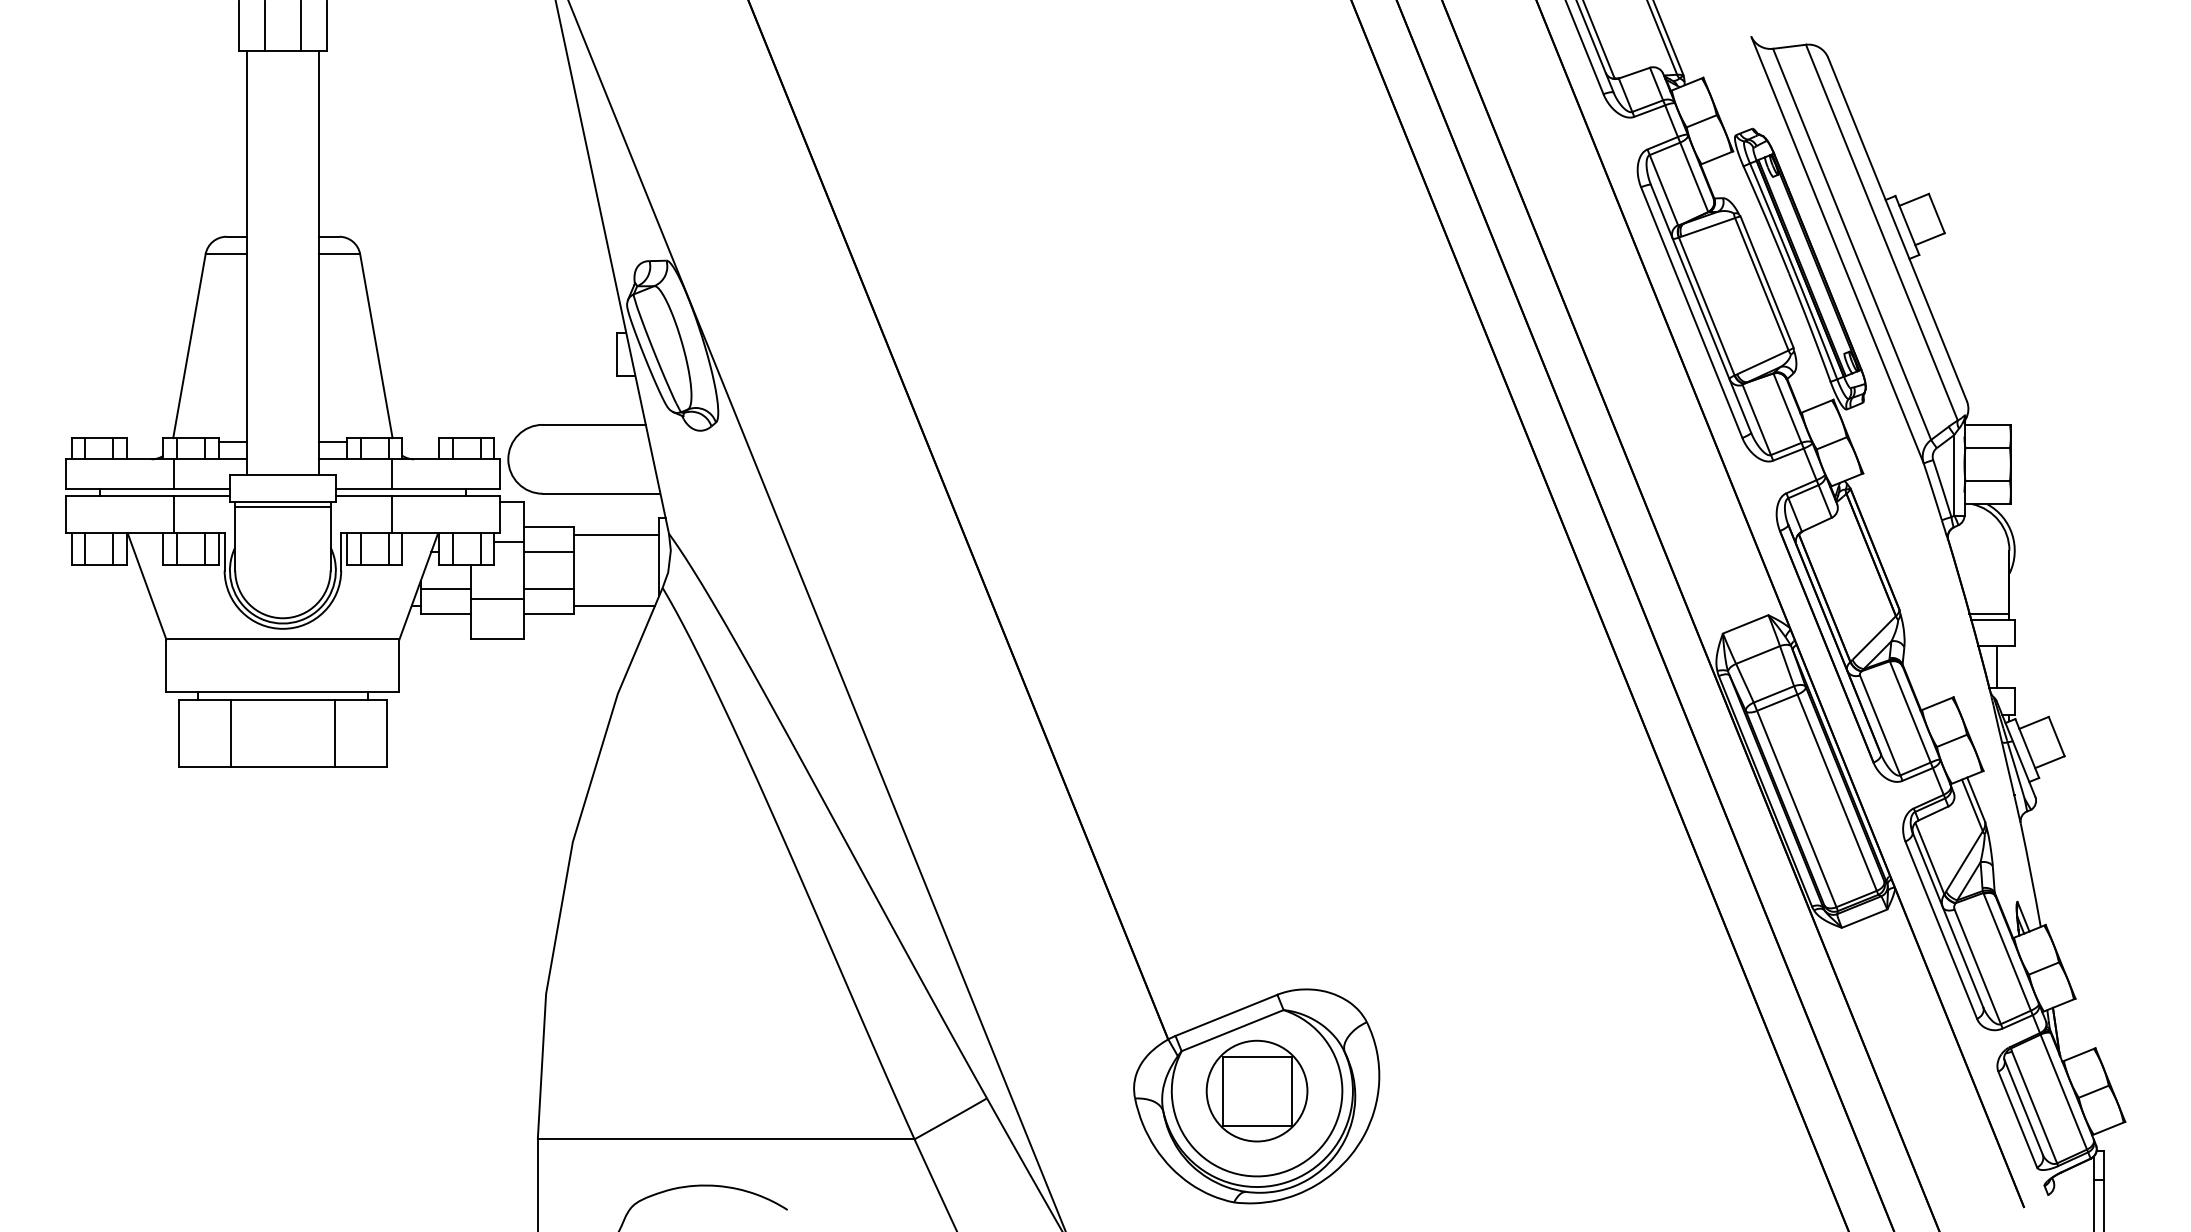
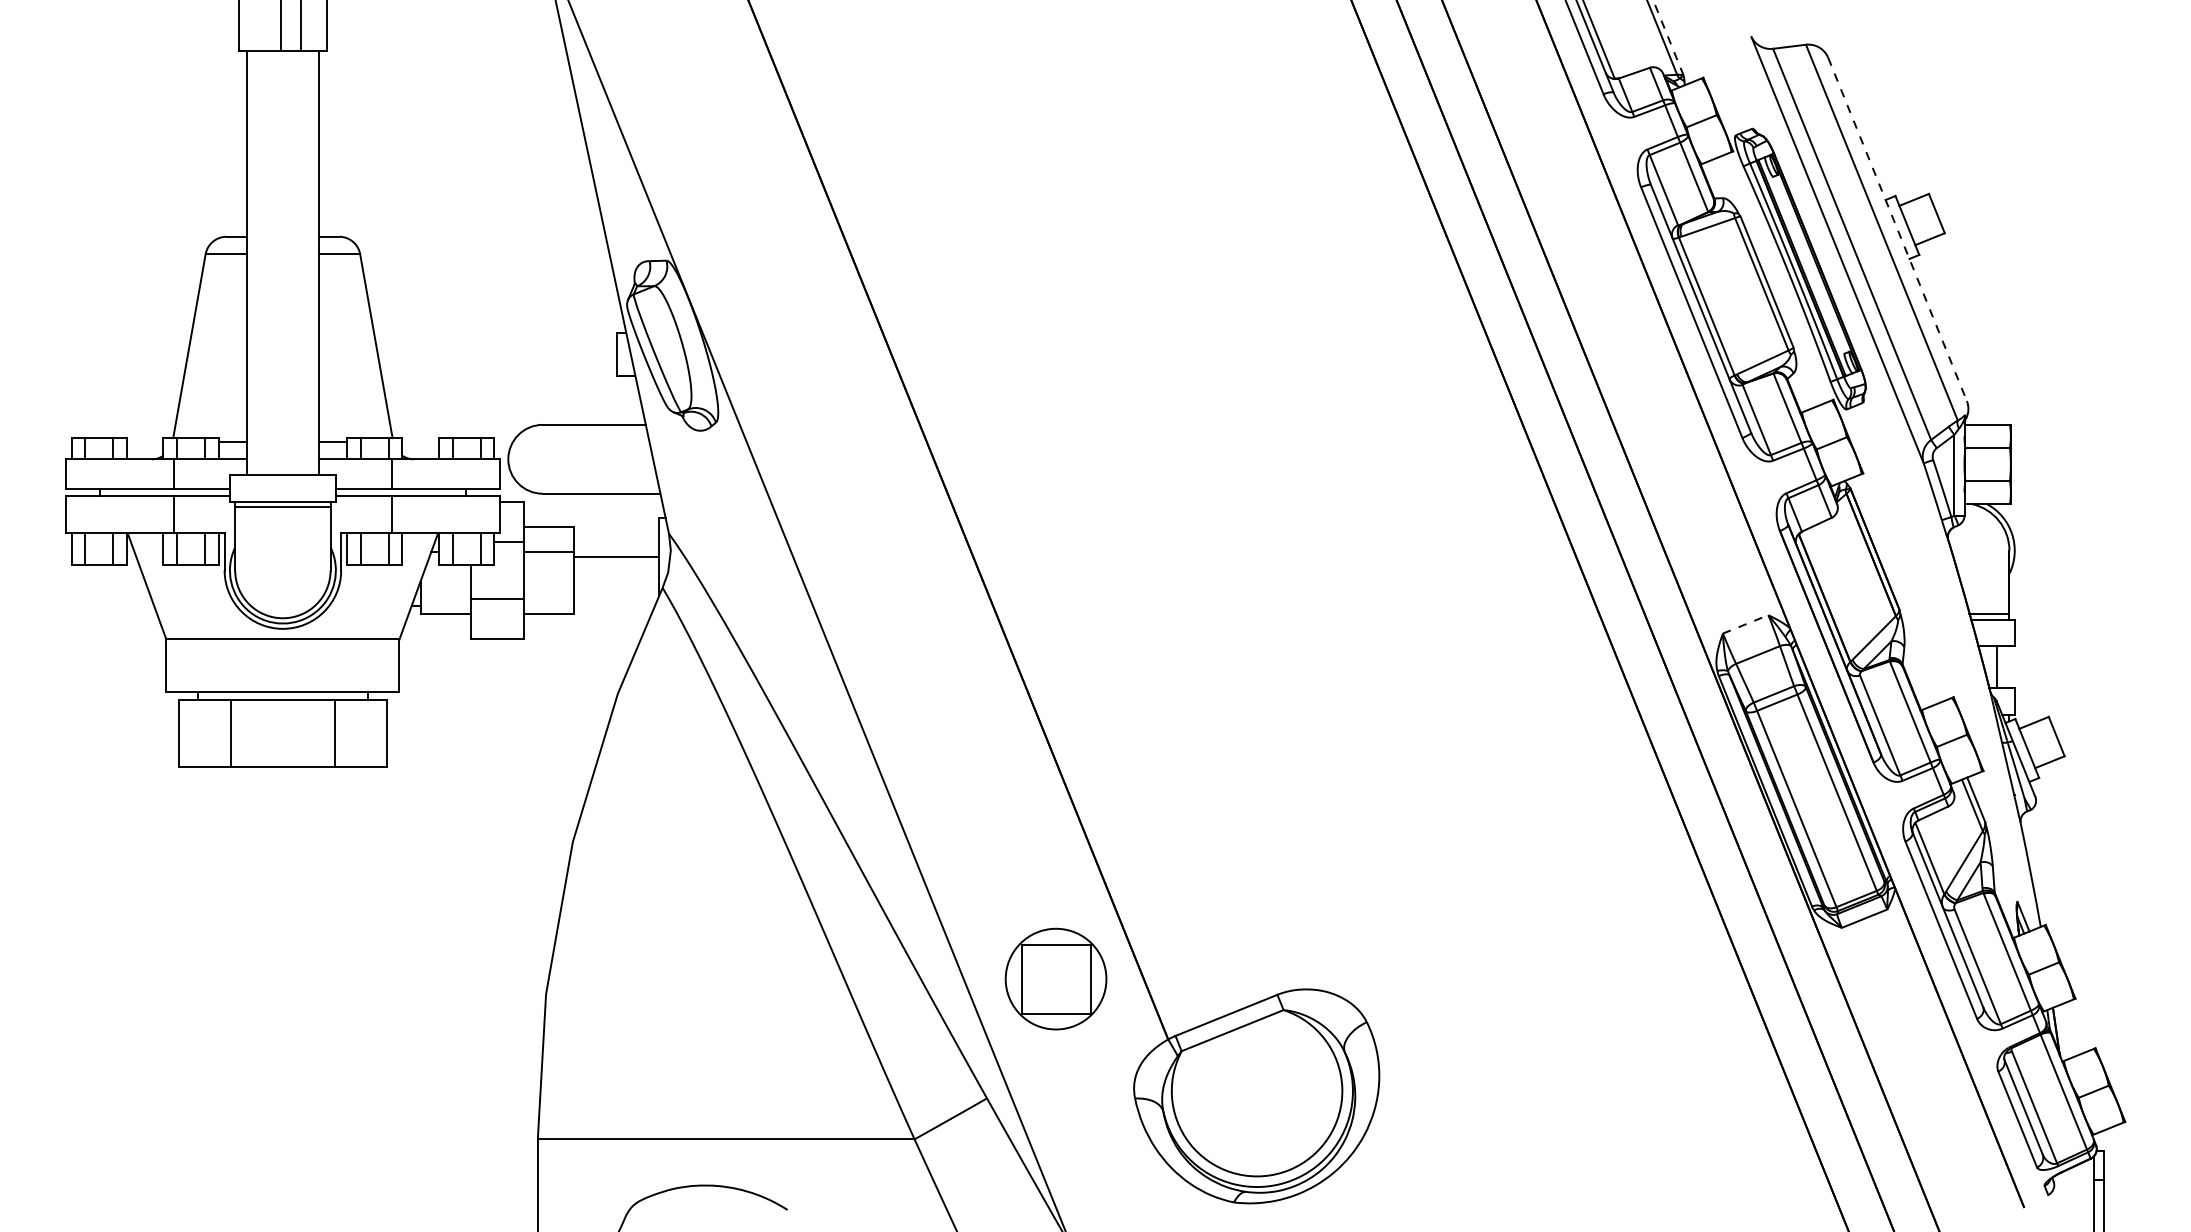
line at (264, 26) position: (264, 26) -> (280, 26)
line at (1668, 37): solid -> dashed
line at (1897, 229): solid -> dashed
line at (616, 534) position: (616, 534) -> (616, 556)
line at (445, 588): present -> none
line at (549, 588): present -> none
line at (614, 606): present -> none
line at (1745, 624): solid -> dashed
part at (1256, 1090) position: (1256, 1090) -> (1055, 978)
